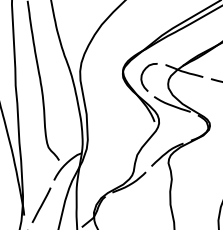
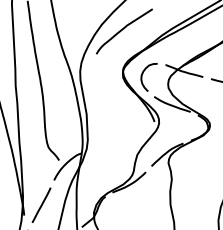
curve at (124, 29): none -> present
